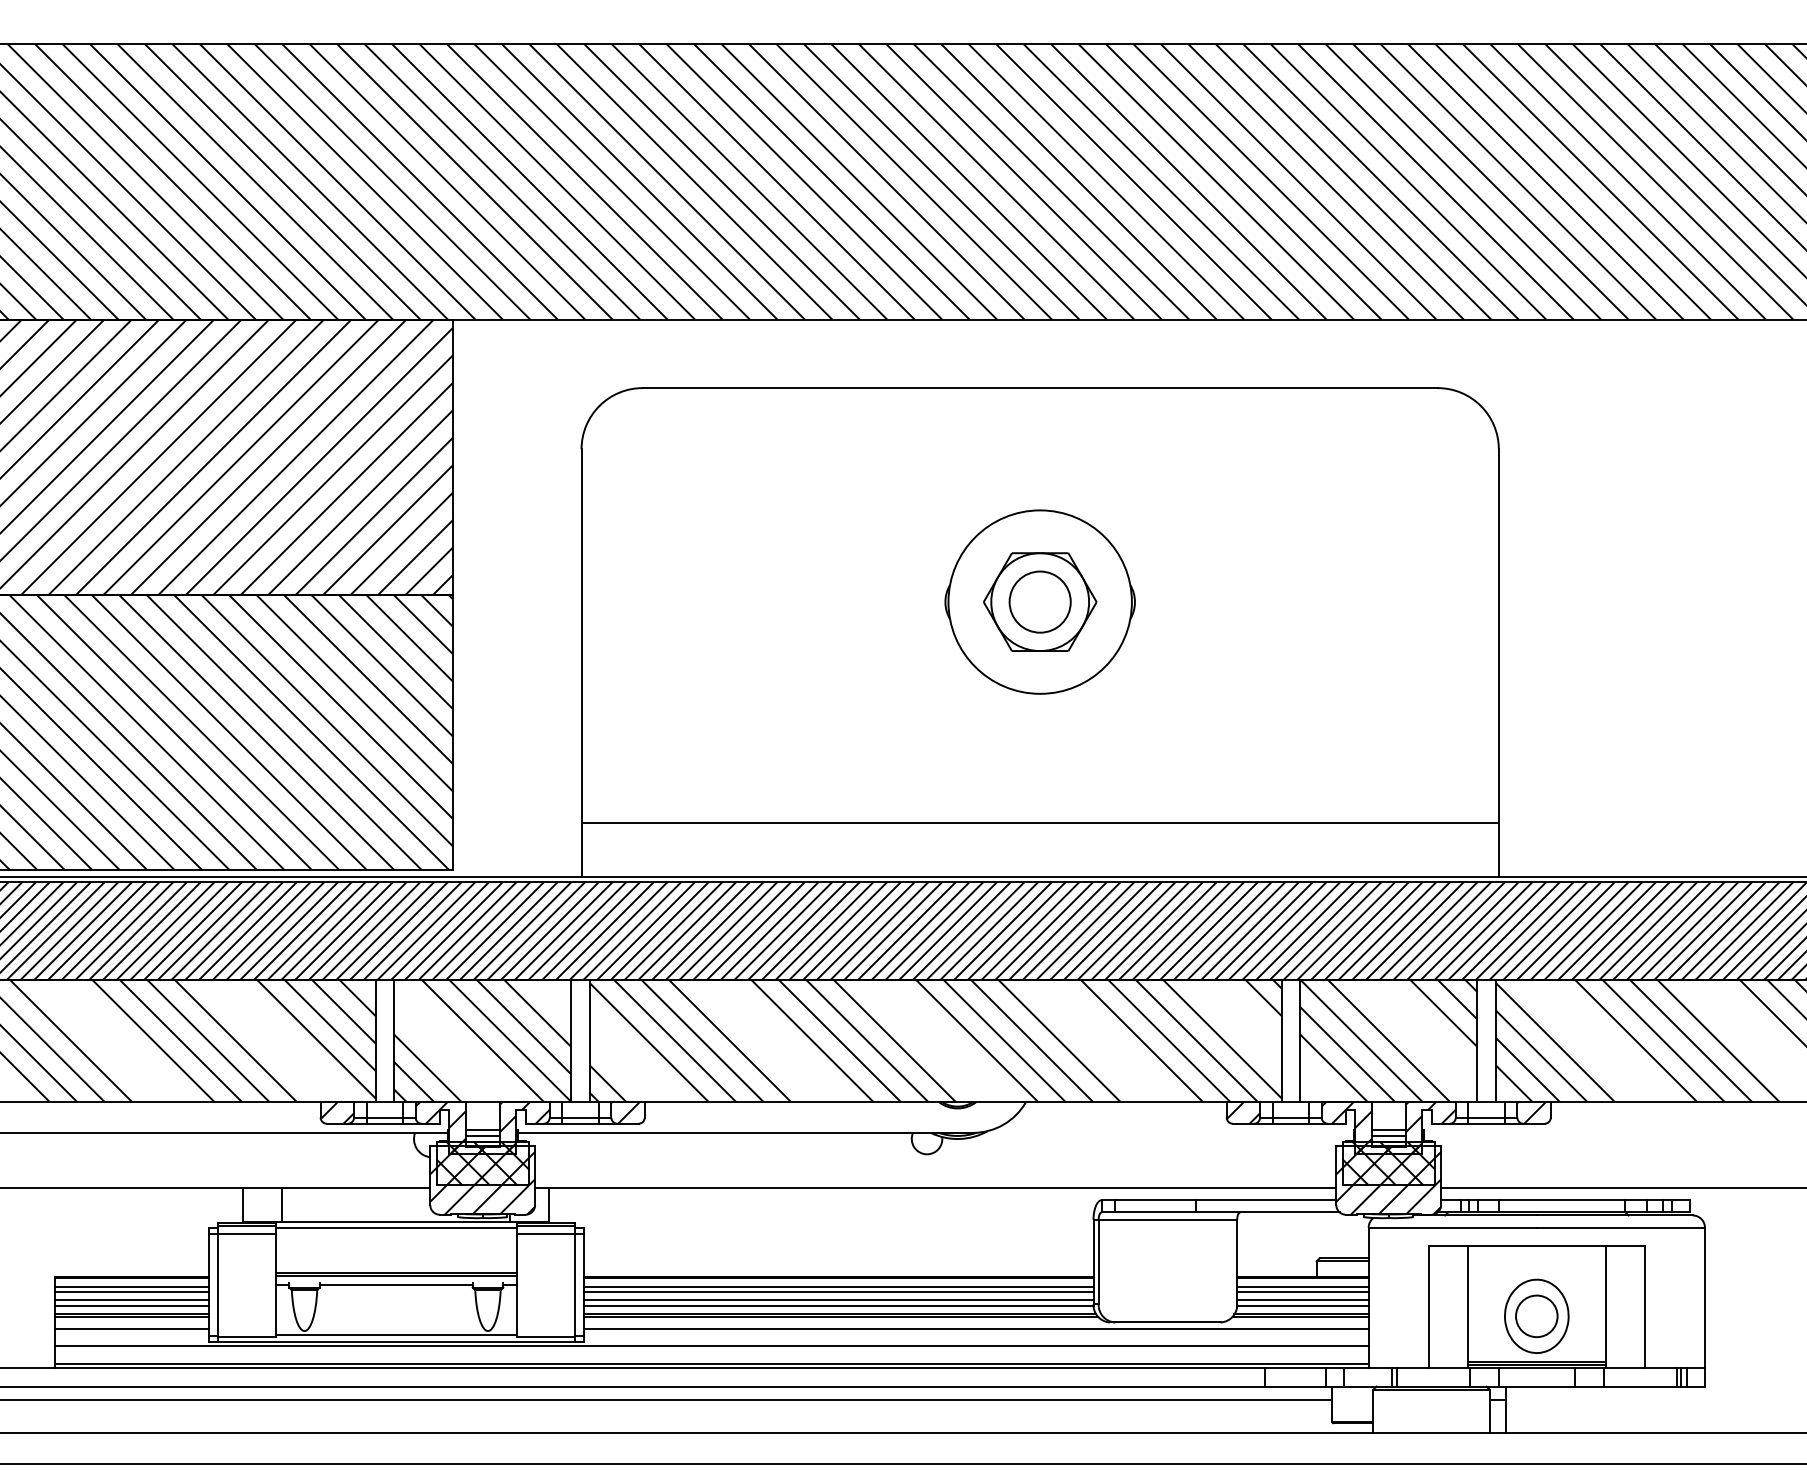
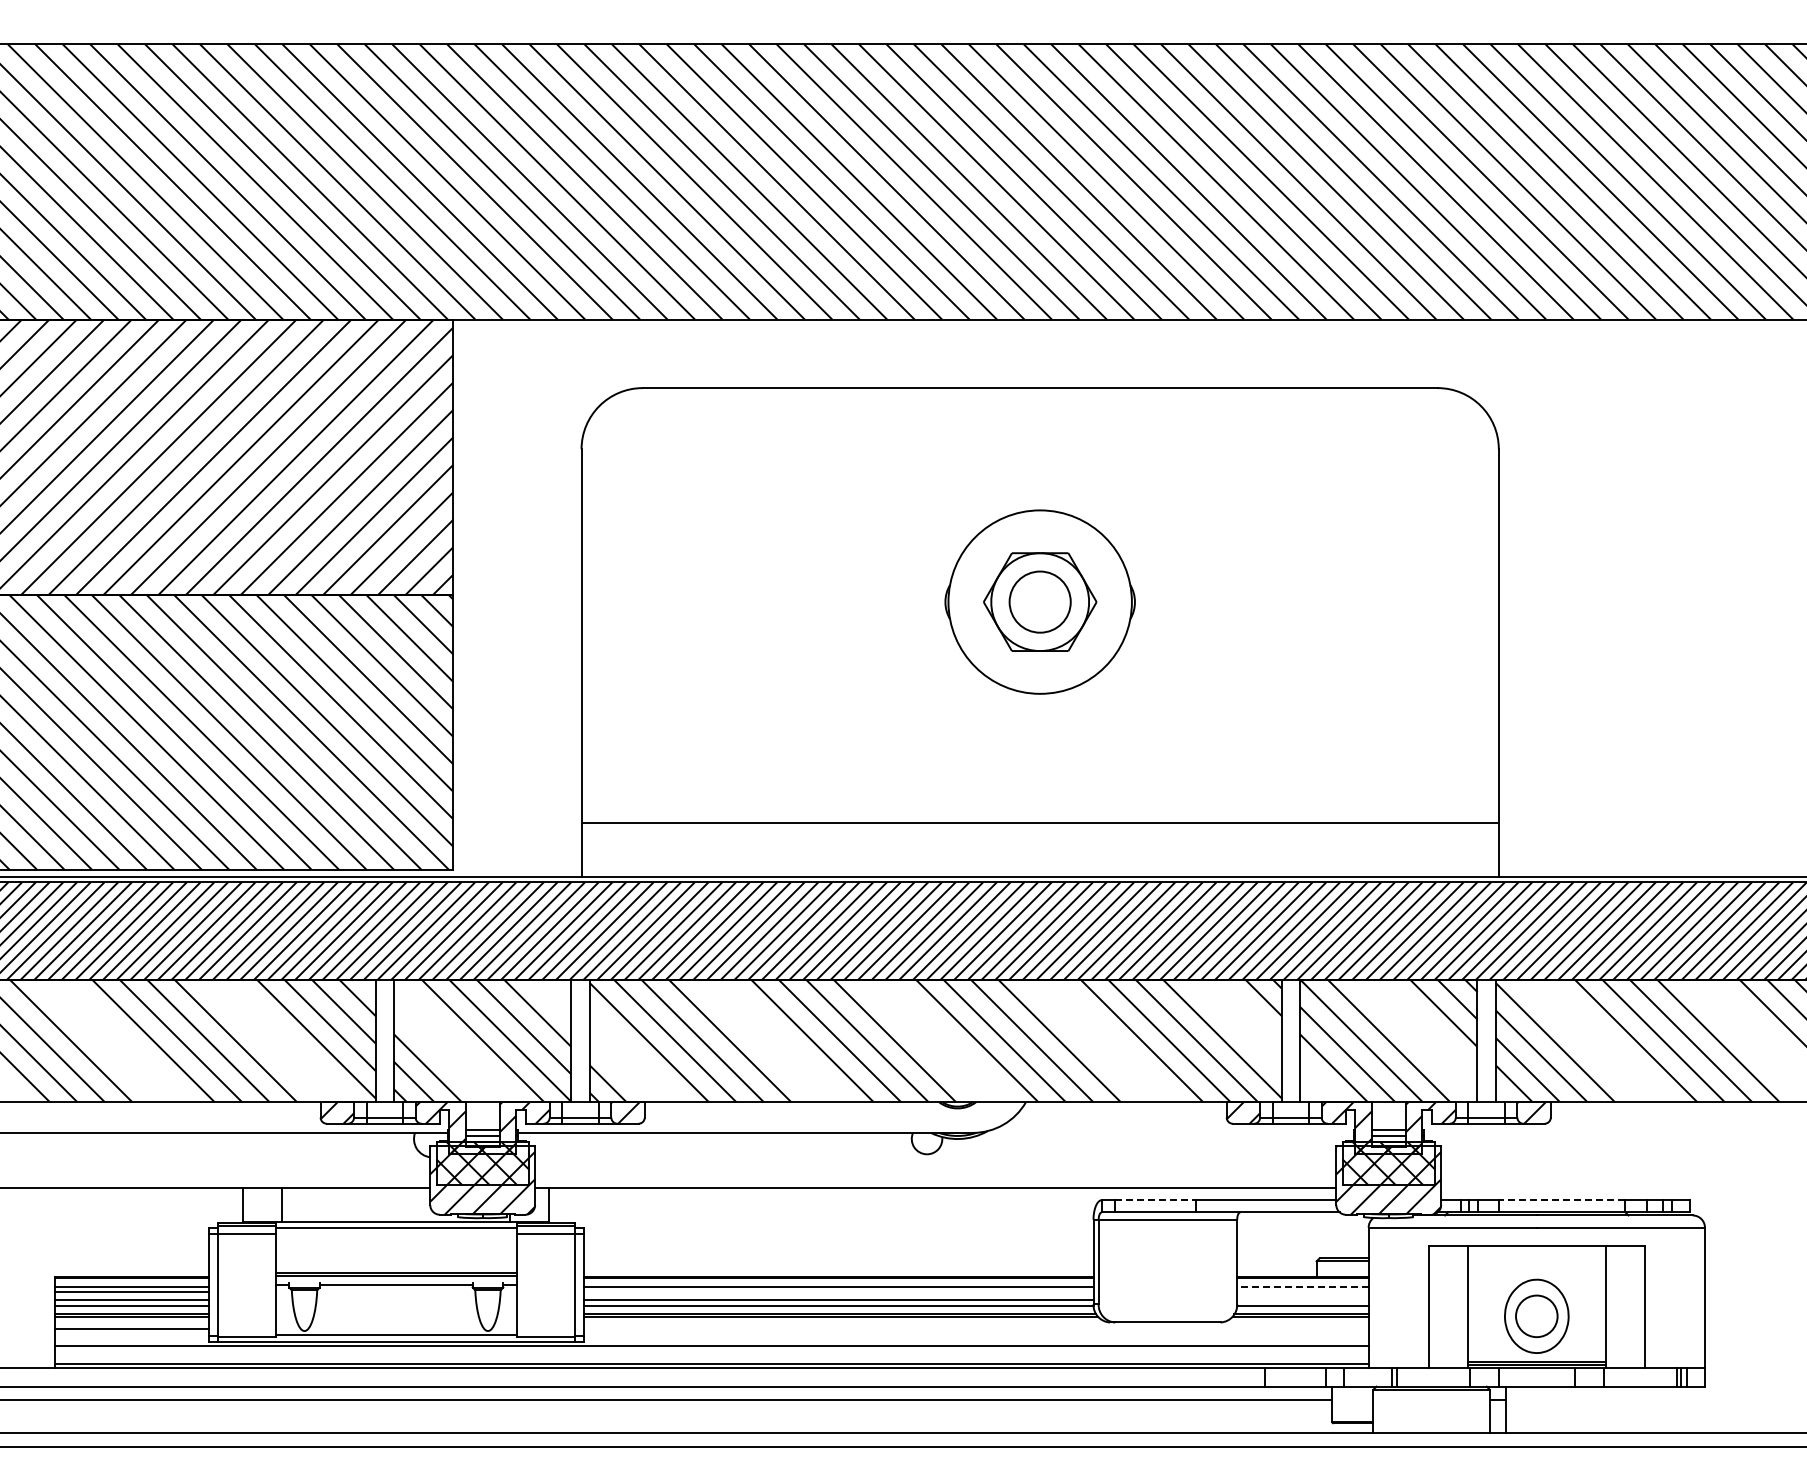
line at (1622, 1187): present -> none
line at (1155, 1200): solid -> dashed
line at (1561, 1200): solid -> dashed
line at (1302, 1286): solid -> dashed
line at (838, 1292): present -> none
line at (1302, 1292): present -> none
line at (1302, 1300): present -> none
line at (976, 1329): present -> none
line at (902, 1463) position: (902, 1463) -> (902, 1446)
